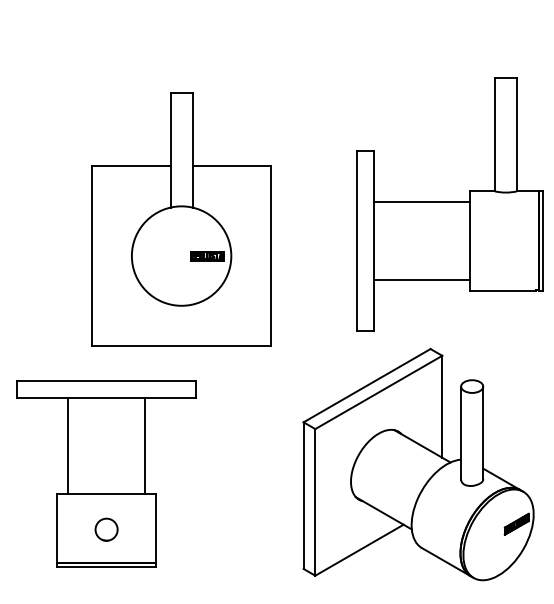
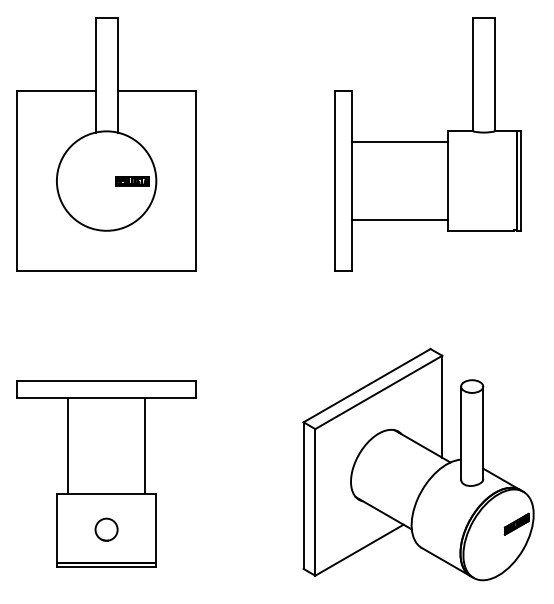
part at (449, 204) position: (449, 204) -> (427, 144)
part at (181, 219) position: (181, 219) -> (106, 144)
